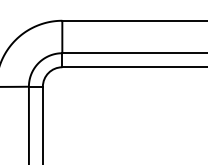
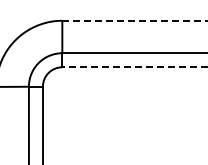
line at (135, 20): solid -> dashed
line at (134, 67): solid -> dashed
